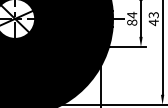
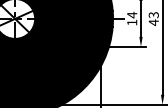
text at (132, 22): 84 -> 14
